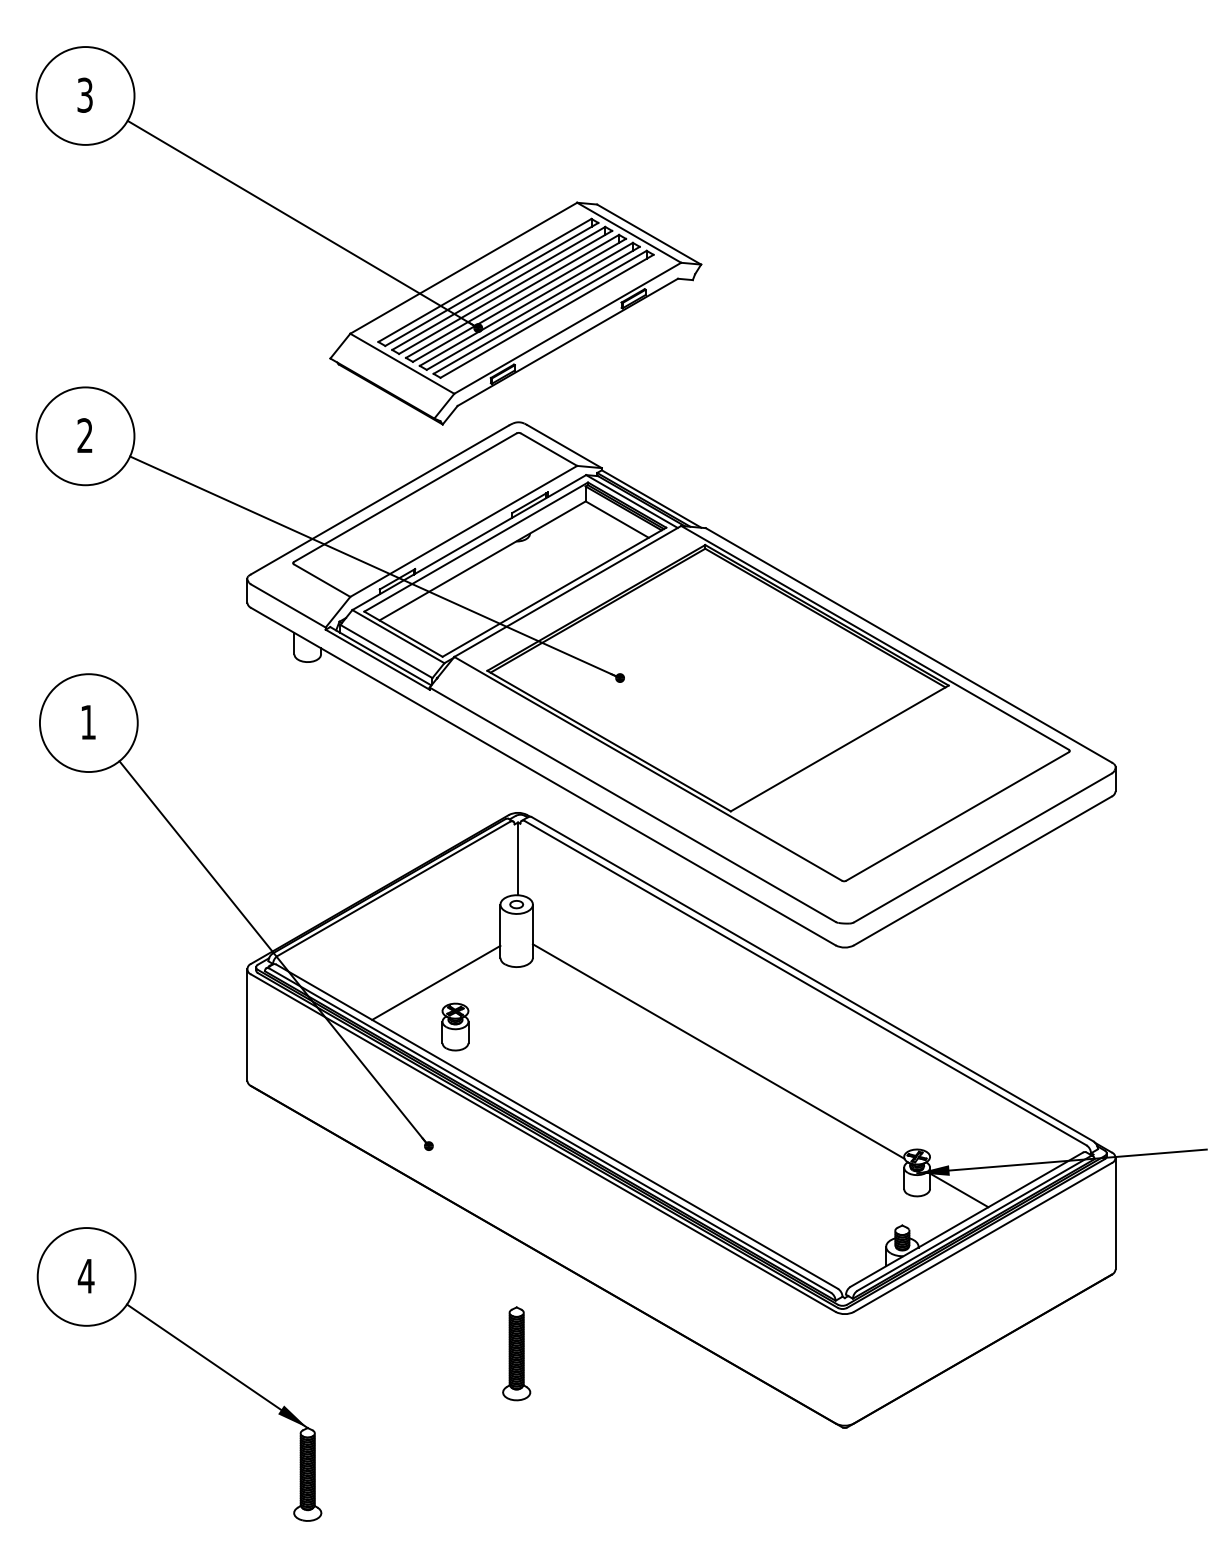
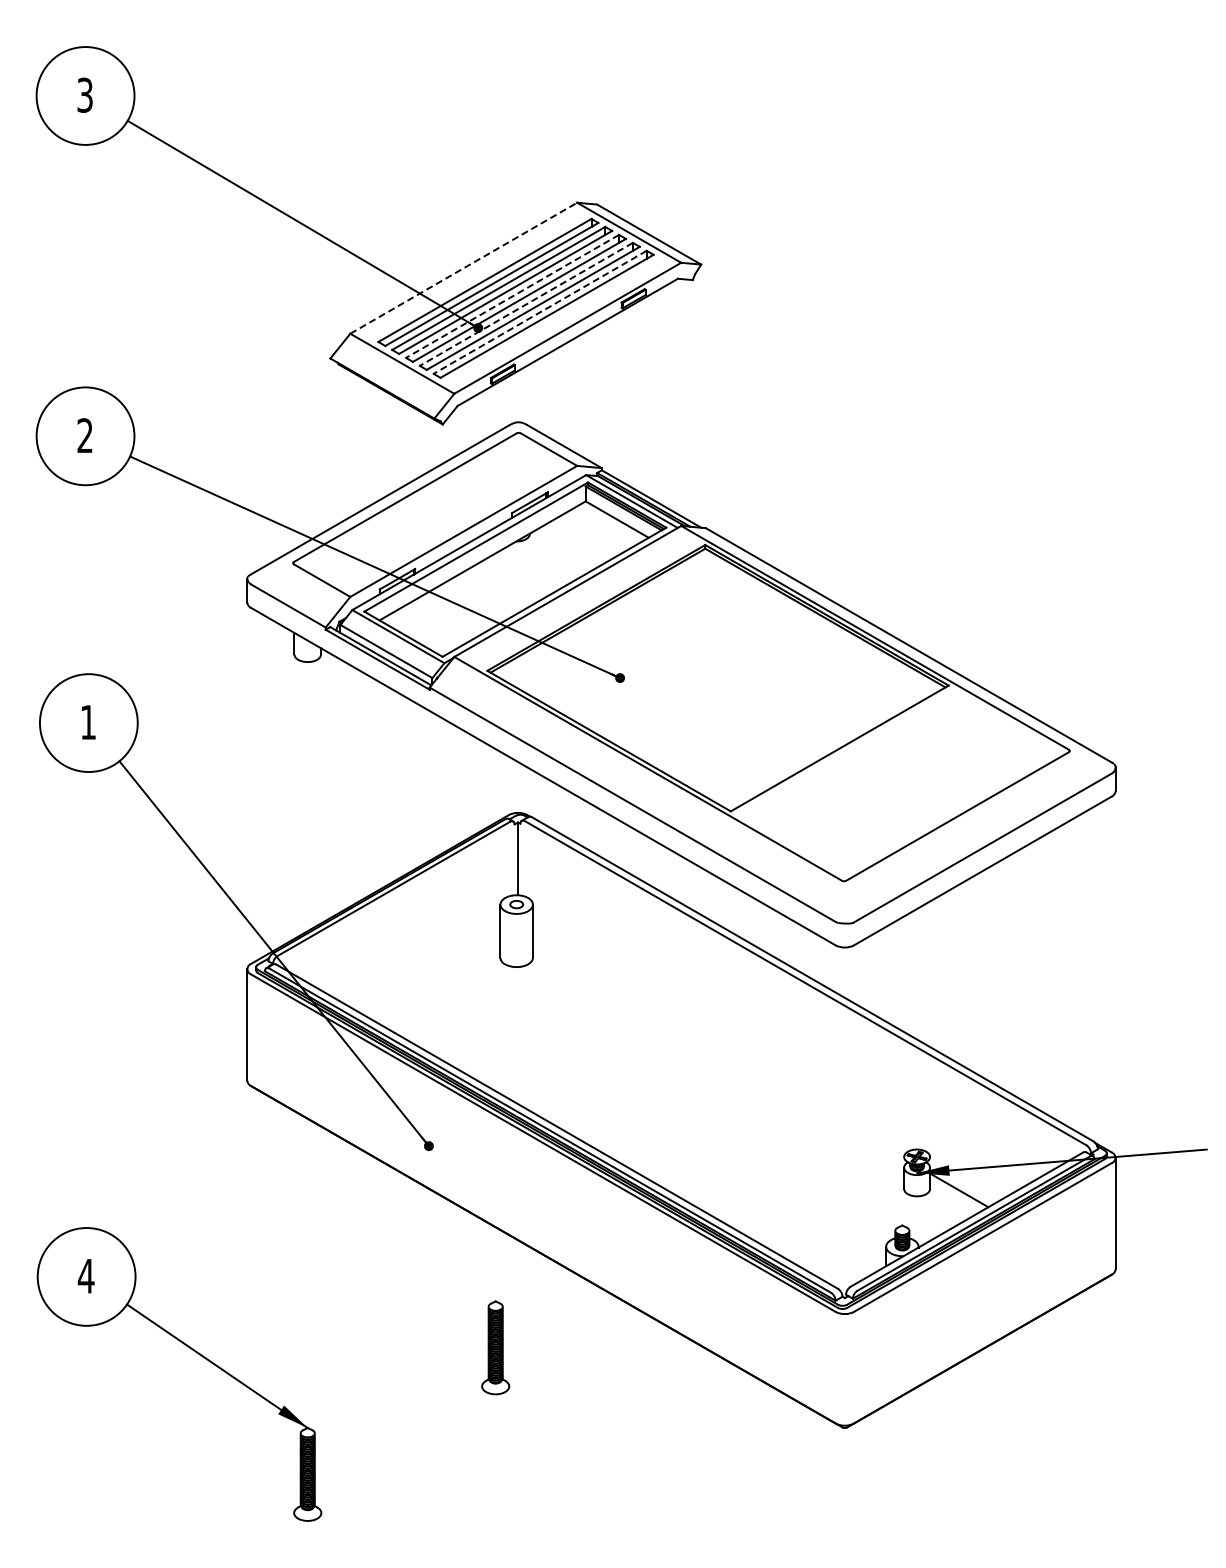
line at (463, 268): solid -> dashed
line at (512, 296): solid -> dashed
line at (525, 304): solid -> dashed
line at (539, 312): solid -> dashed
line at (436, 982): present -> none
part at (455, 1026): present -> none
line at (718, 1051): present -> none
part at (516, 1353) position: (516, 1353) -> (495, 1347)
